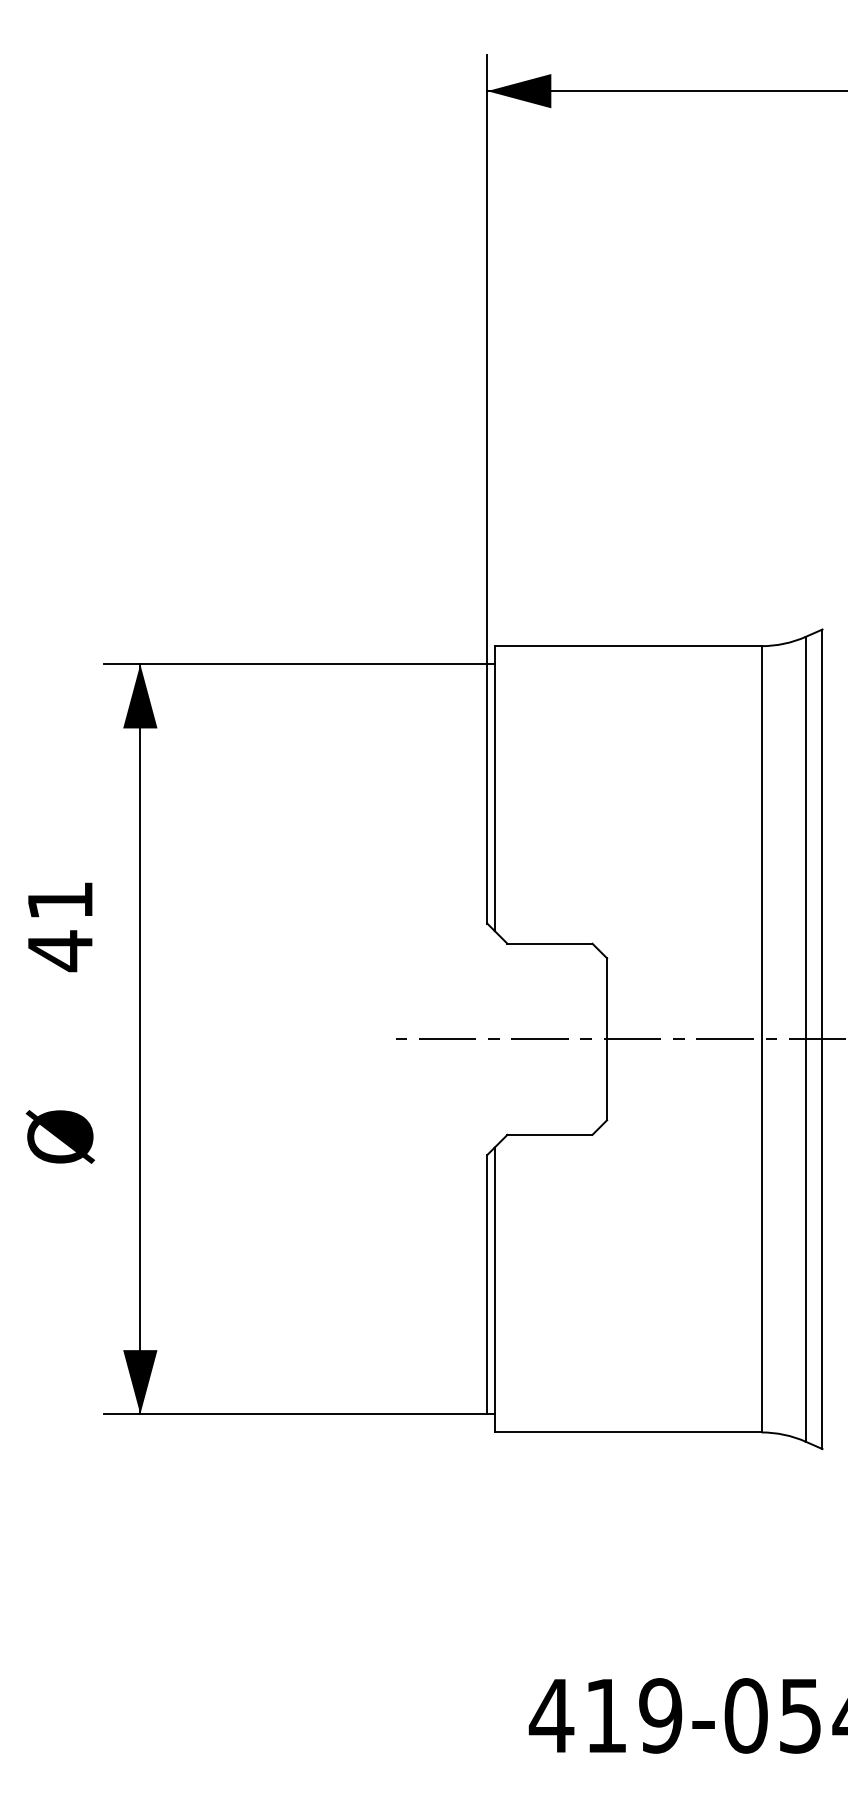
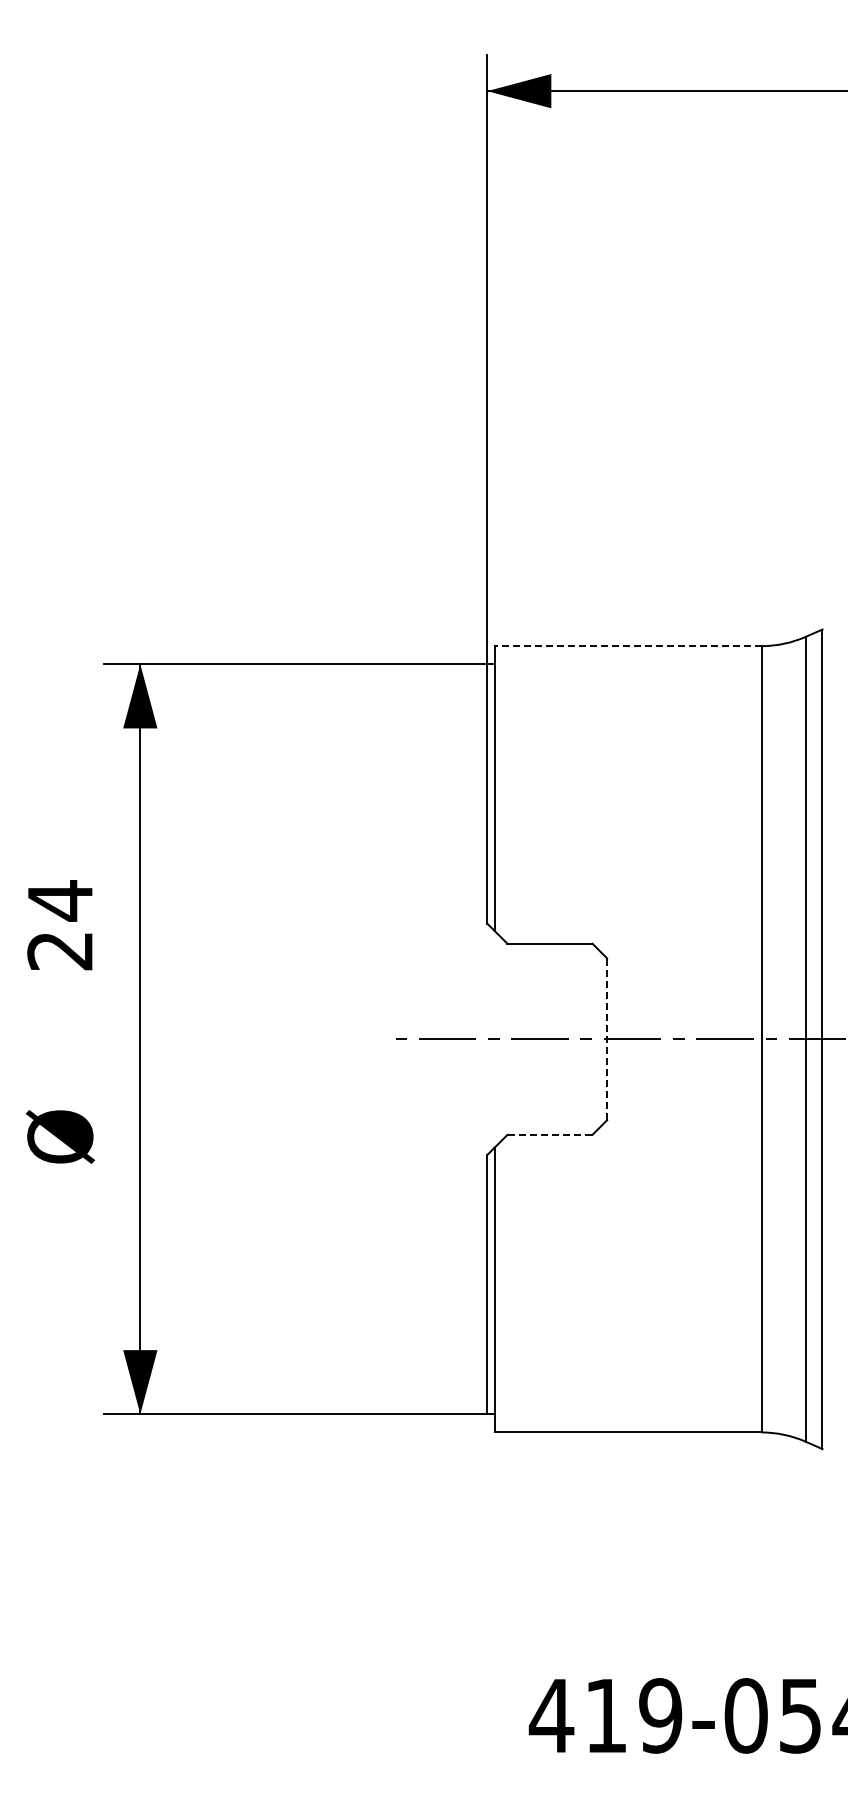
line at (627, 646): solid -> dashed
text at (59, 926): 41 -> 24
line at (607, 1039): solid -> dashed
line at (549, 1134): solid -> dashed
